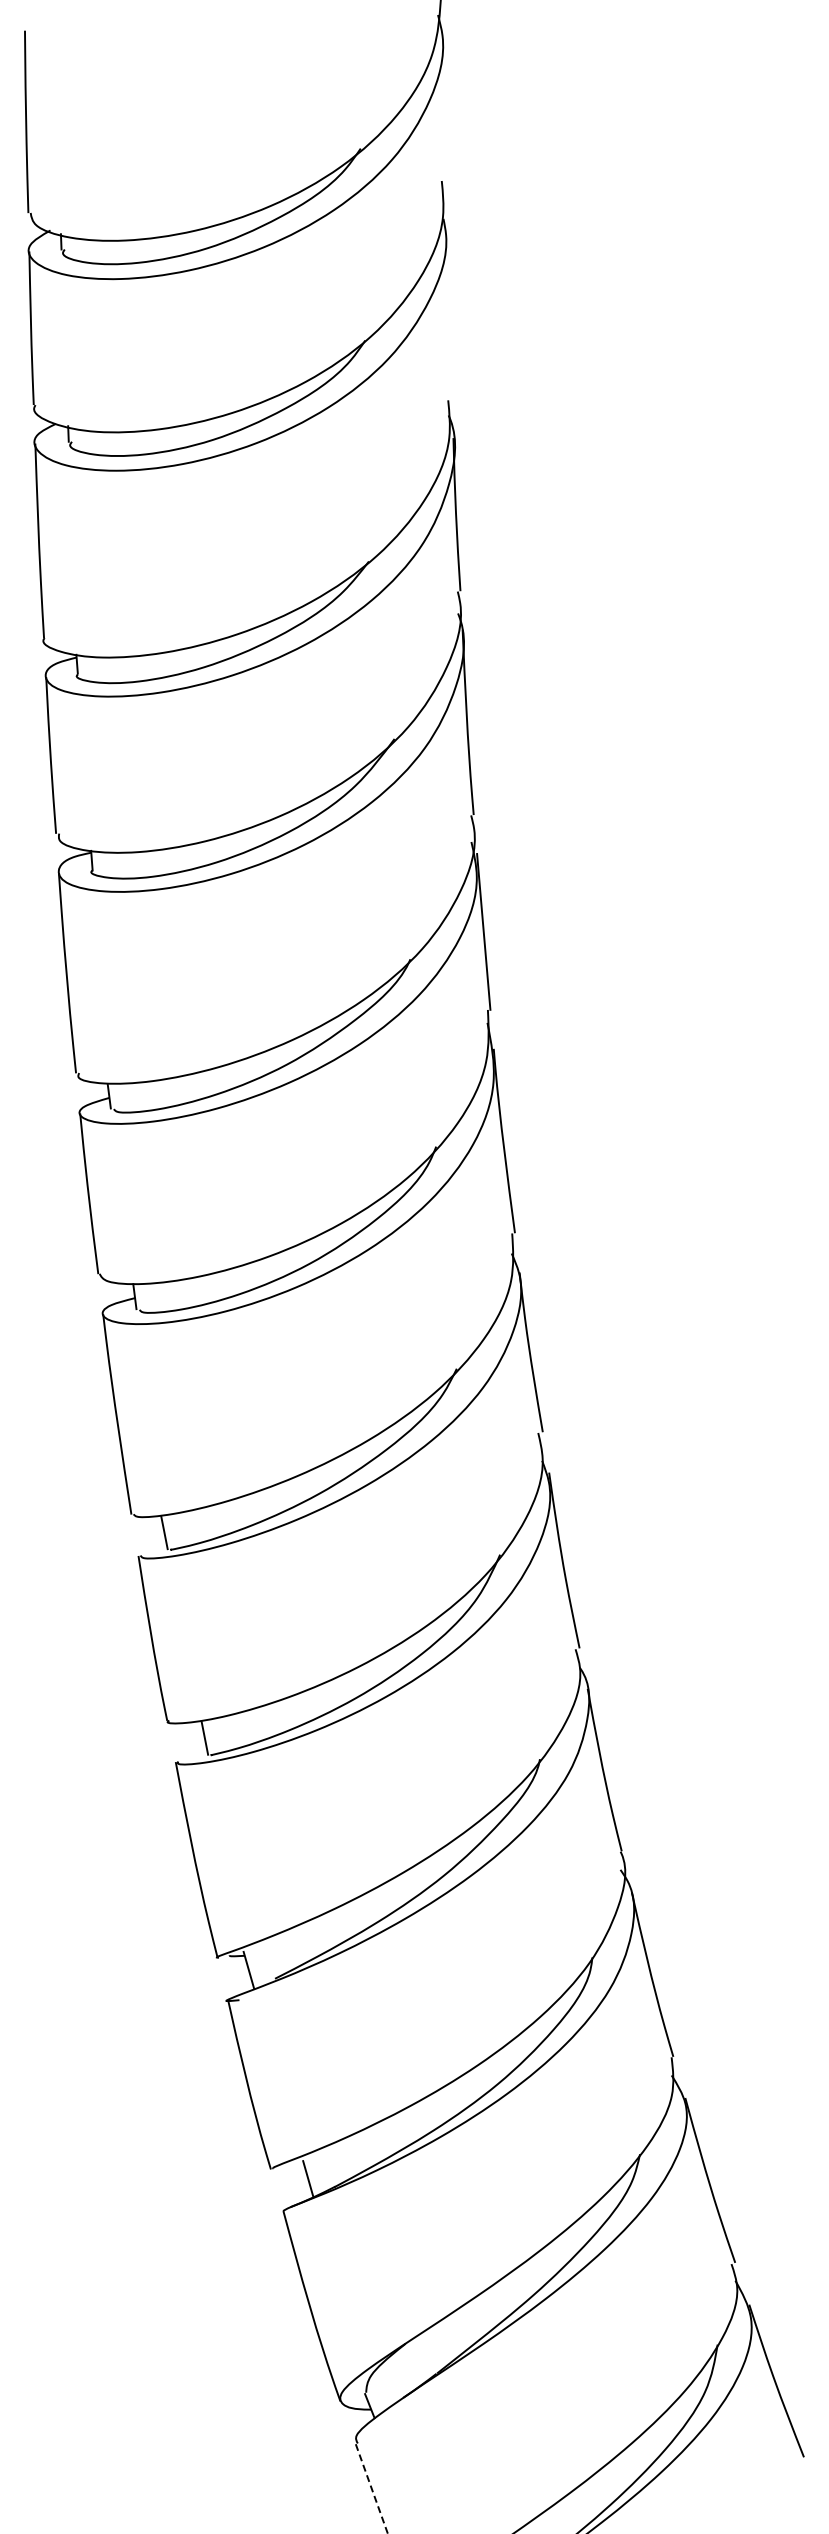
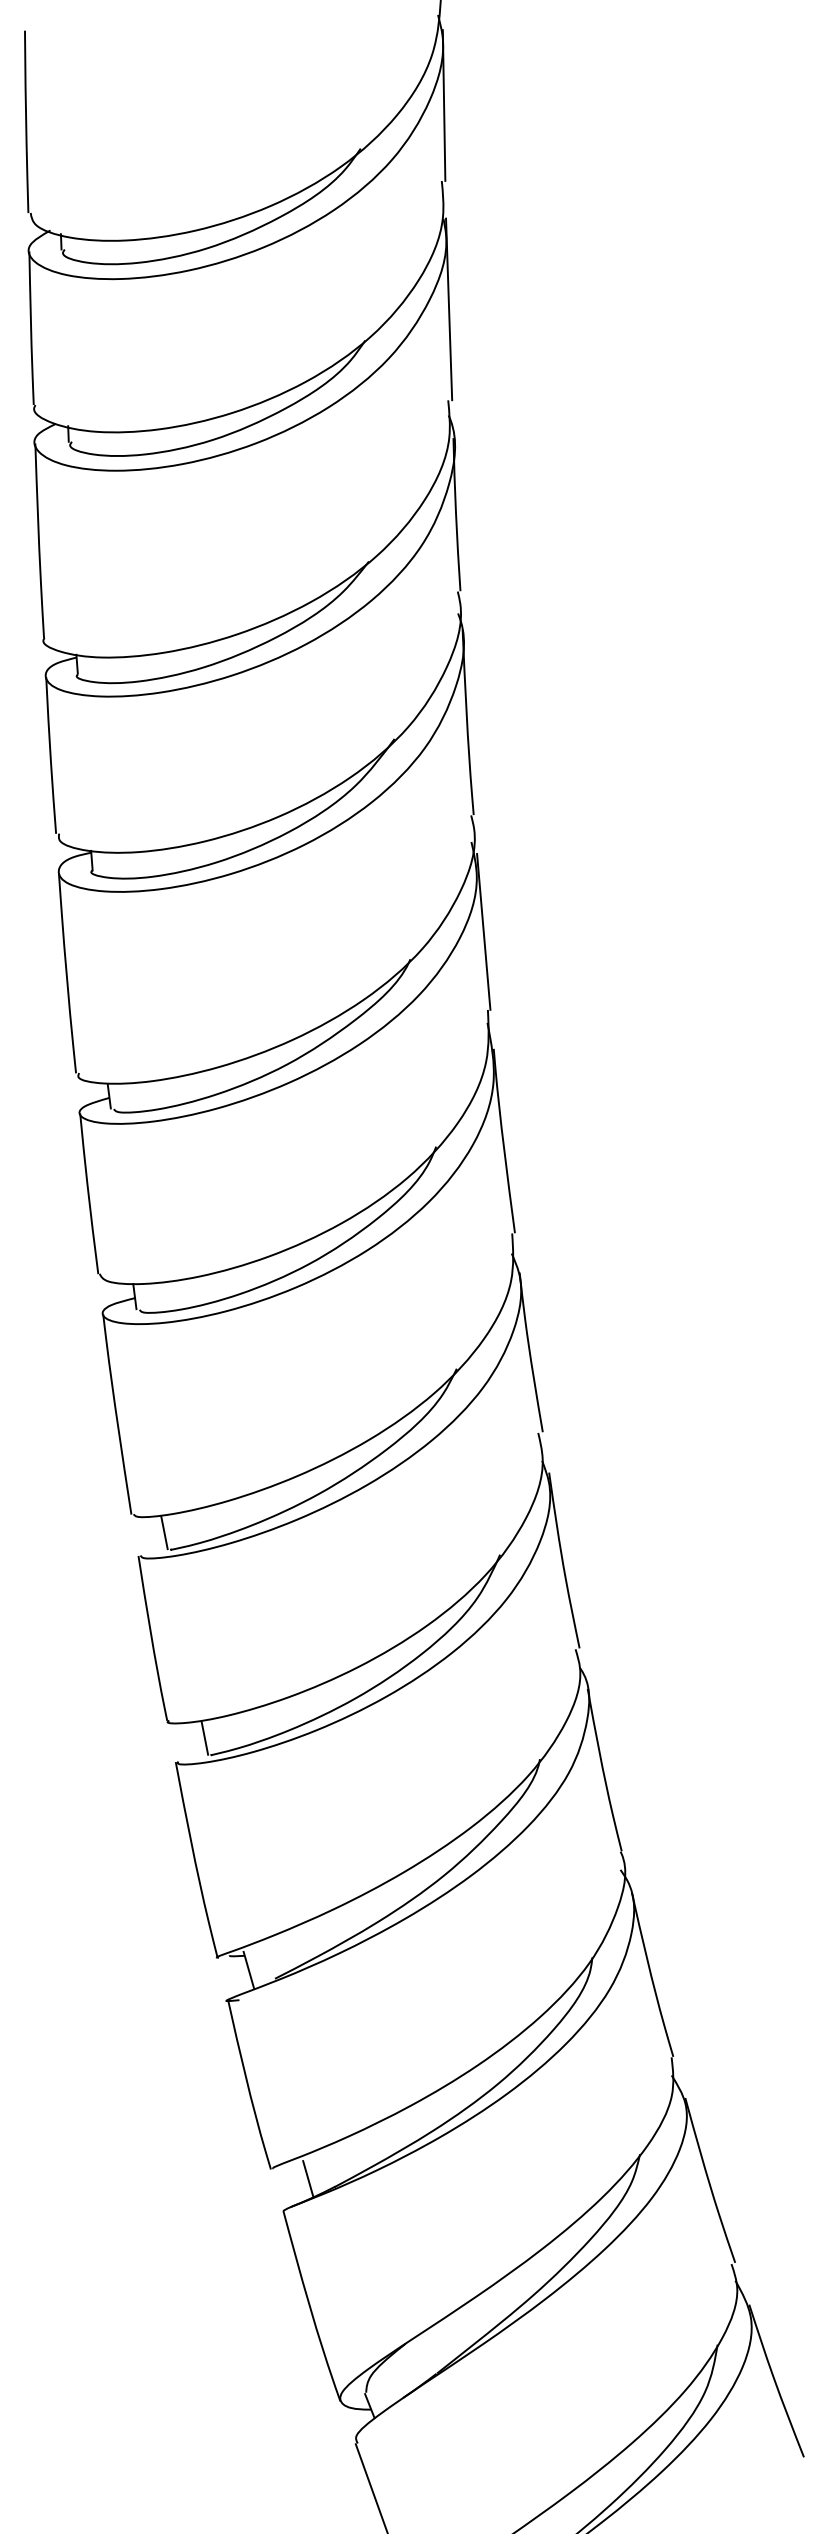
line at (443, 105): none -> present
line at (449, 309): none -> present
line at (371, 2489): dashed -> solid
